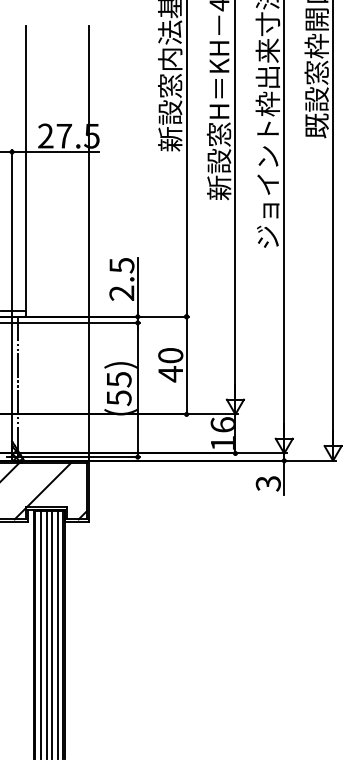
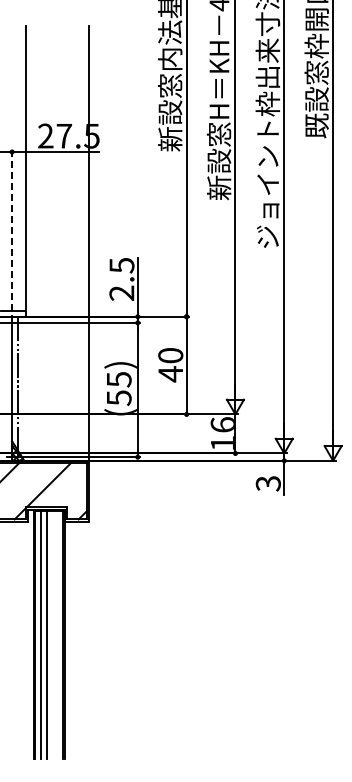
line at (12, 235): solid -> dashed
line at (52, 634): present -> none
line at (57, 634): present -> none
